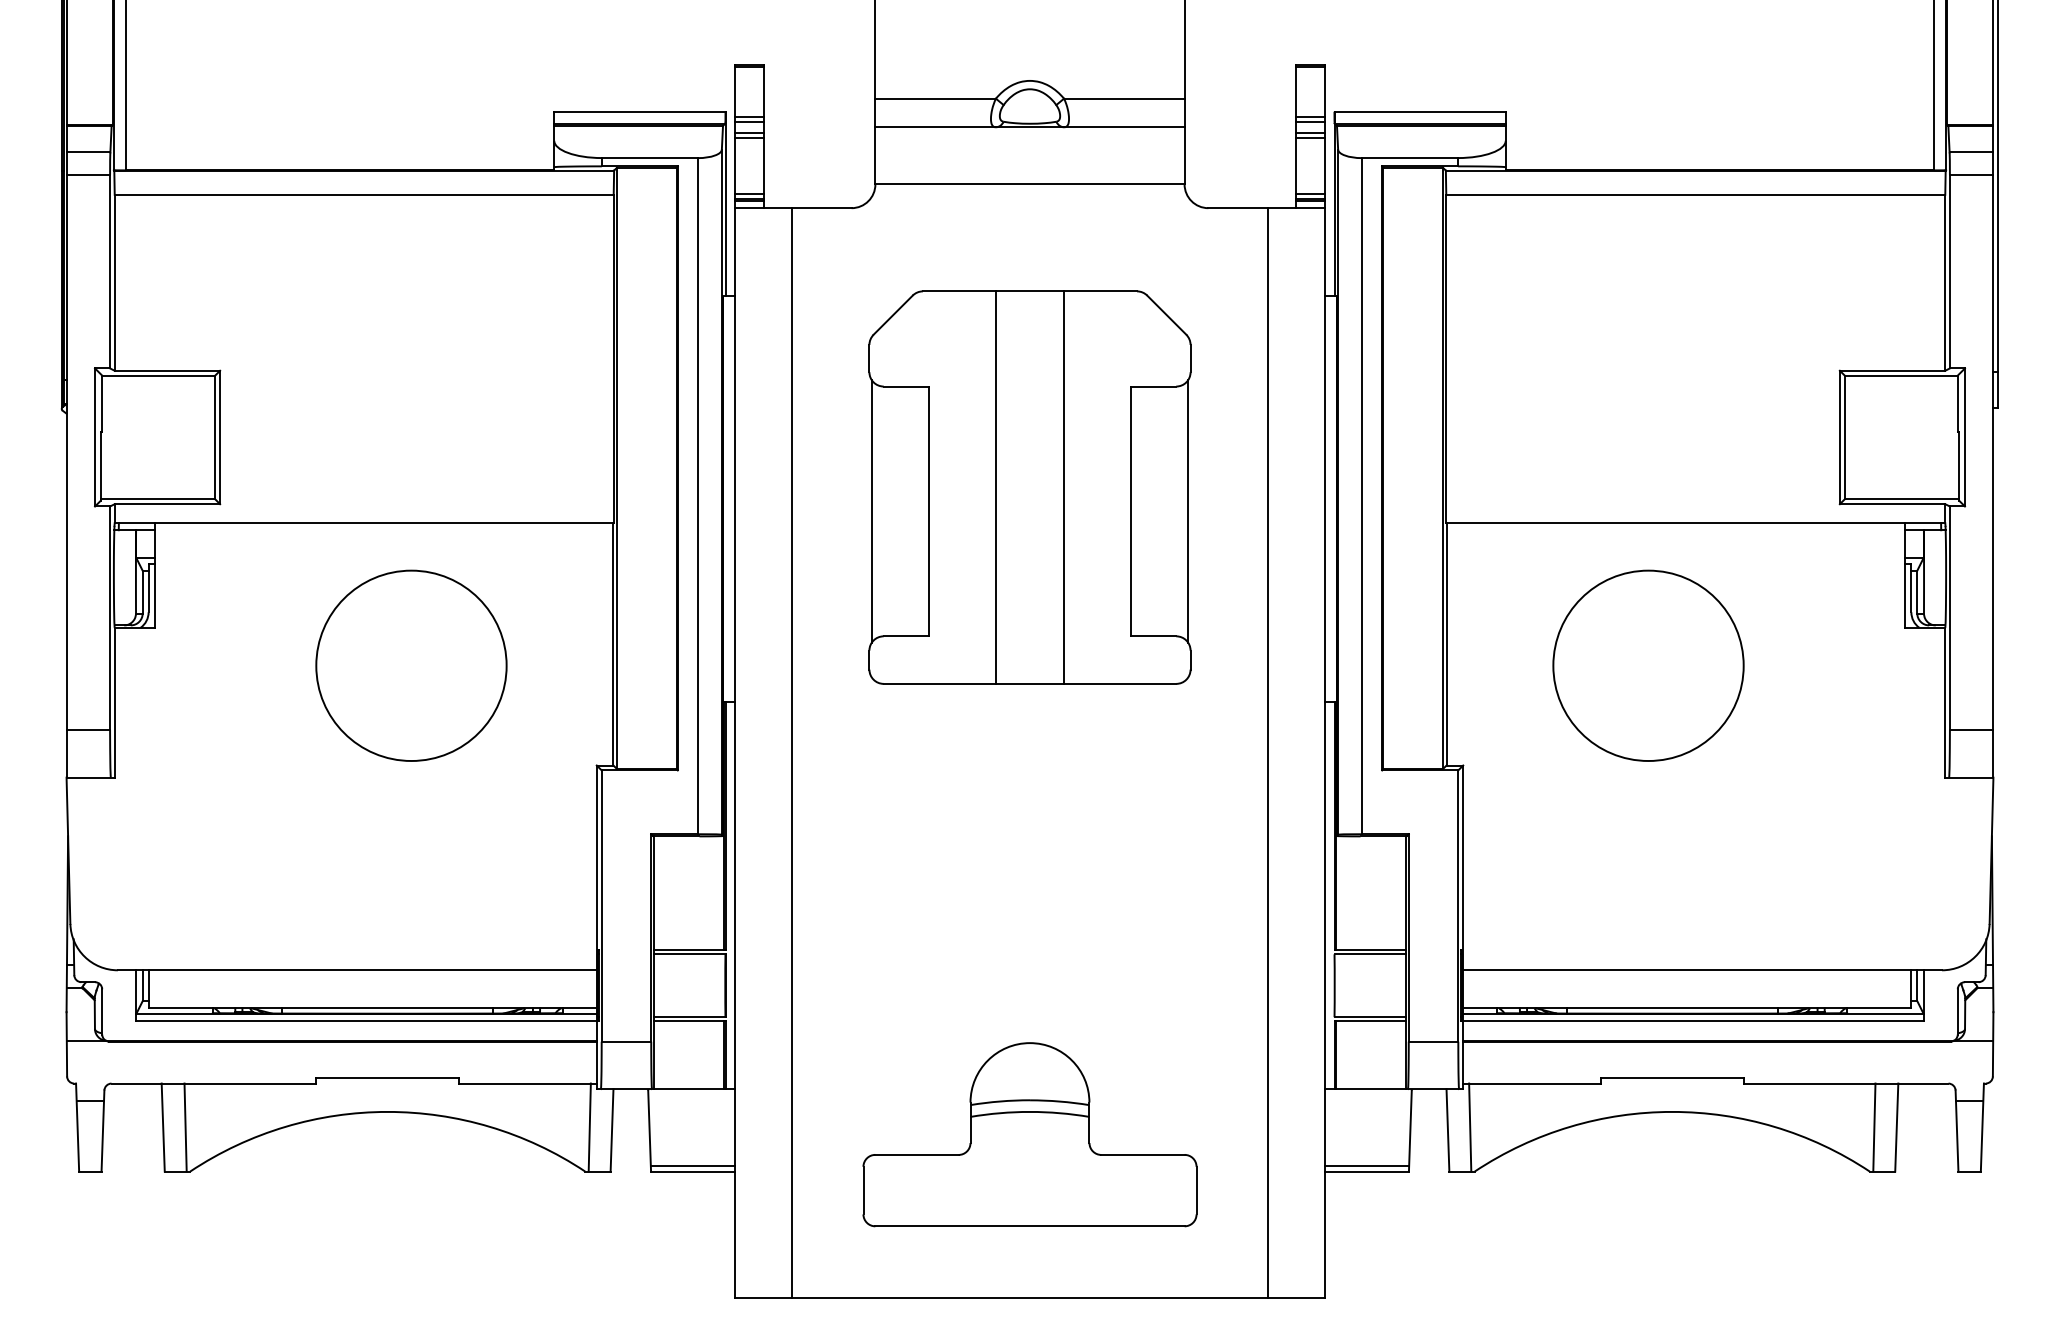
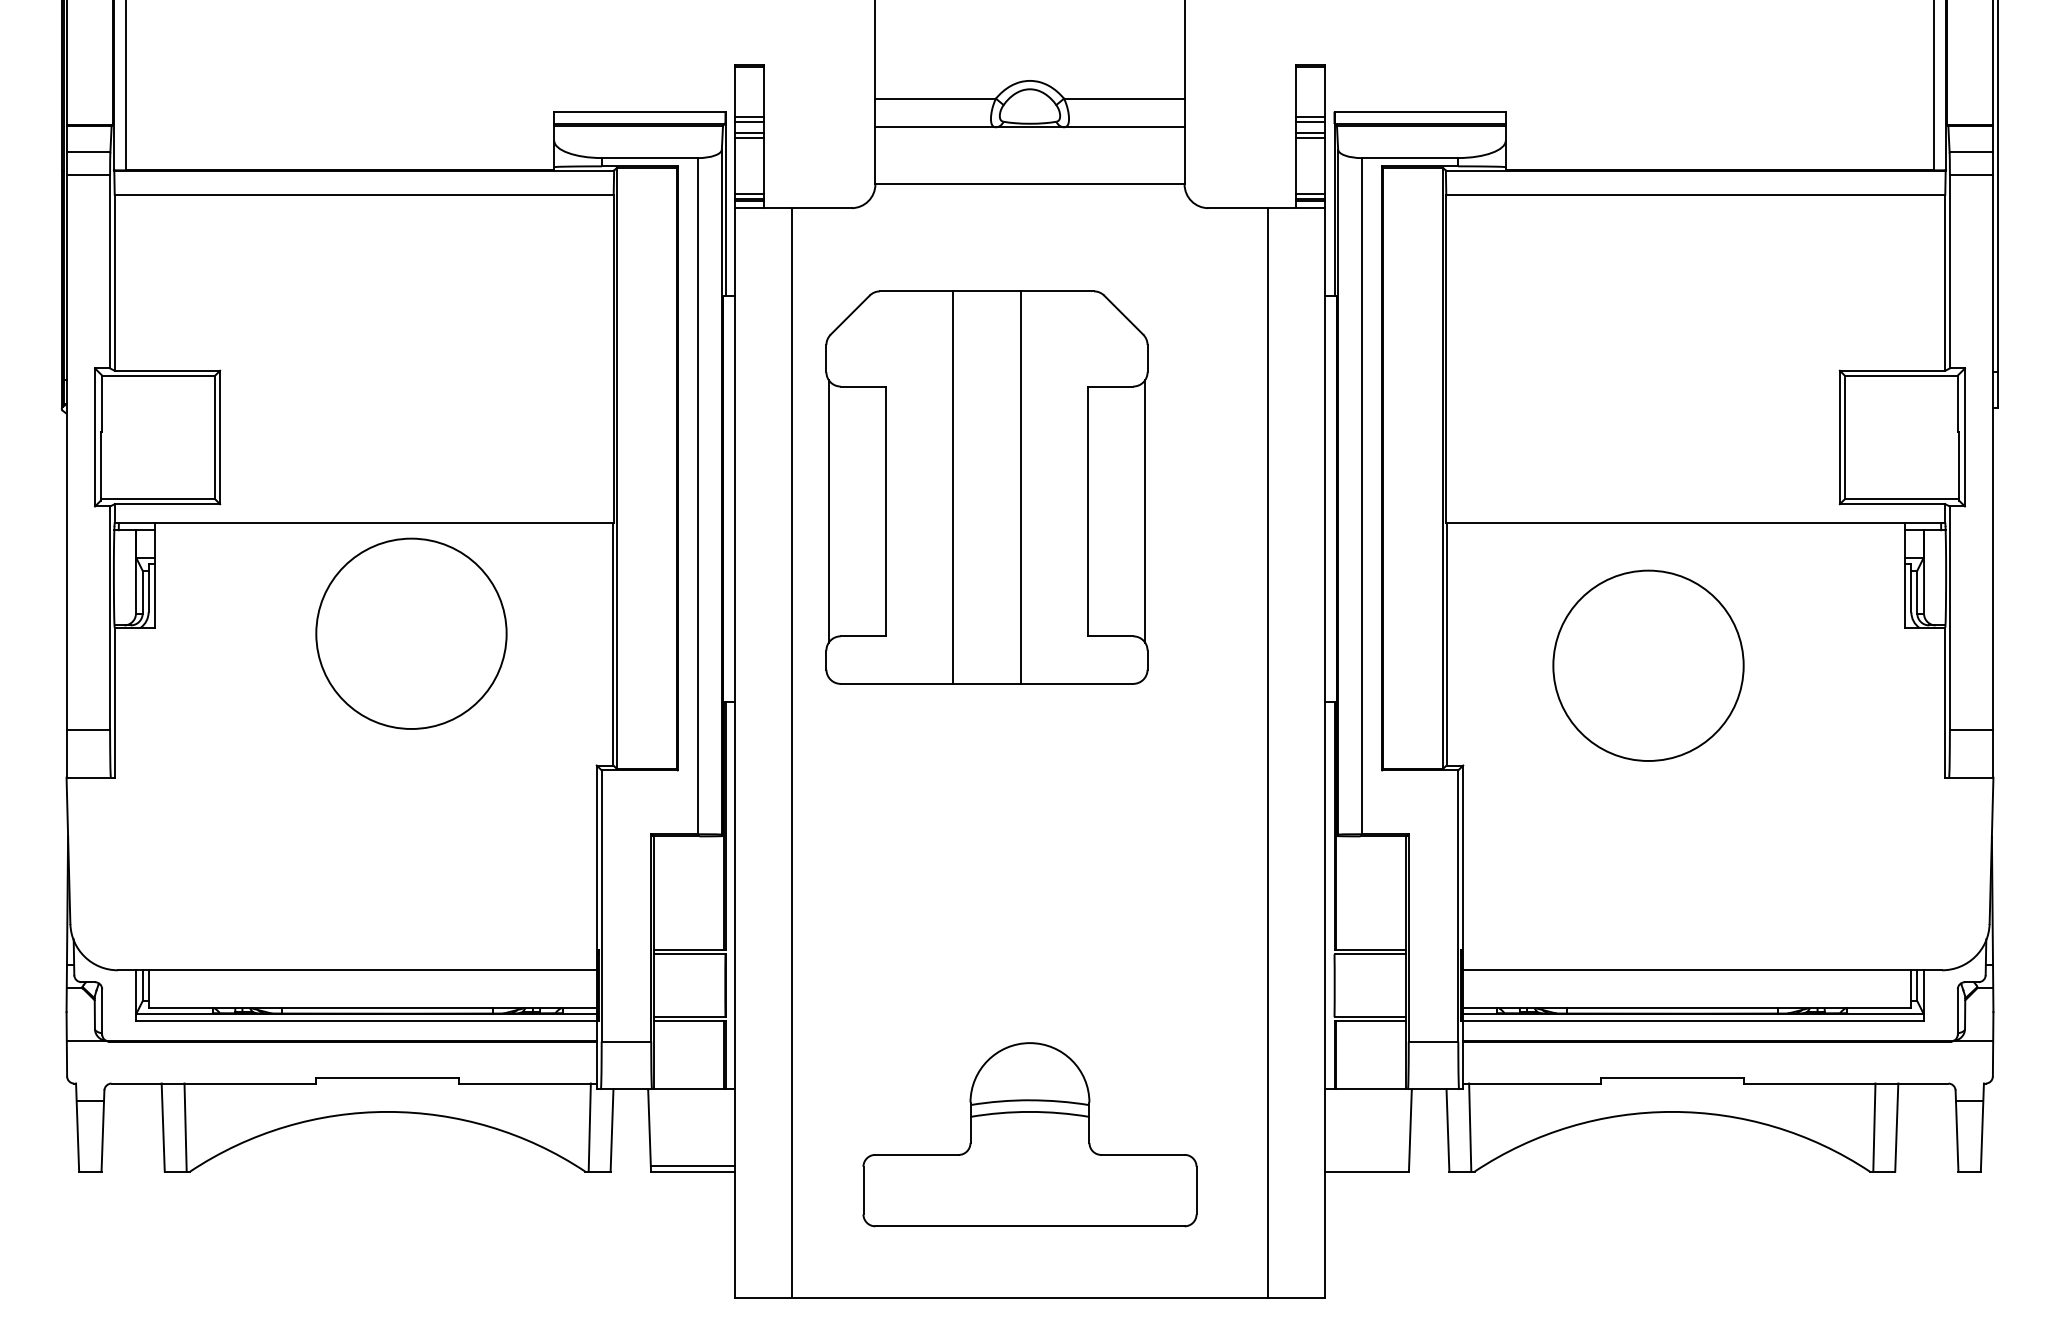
part at (1029, 487) position: (1029, 487) -> (986, 487)
circle at (411, 665) position: (411, 665) -> (411, 633)
line at (1366, 1165): present -> none
